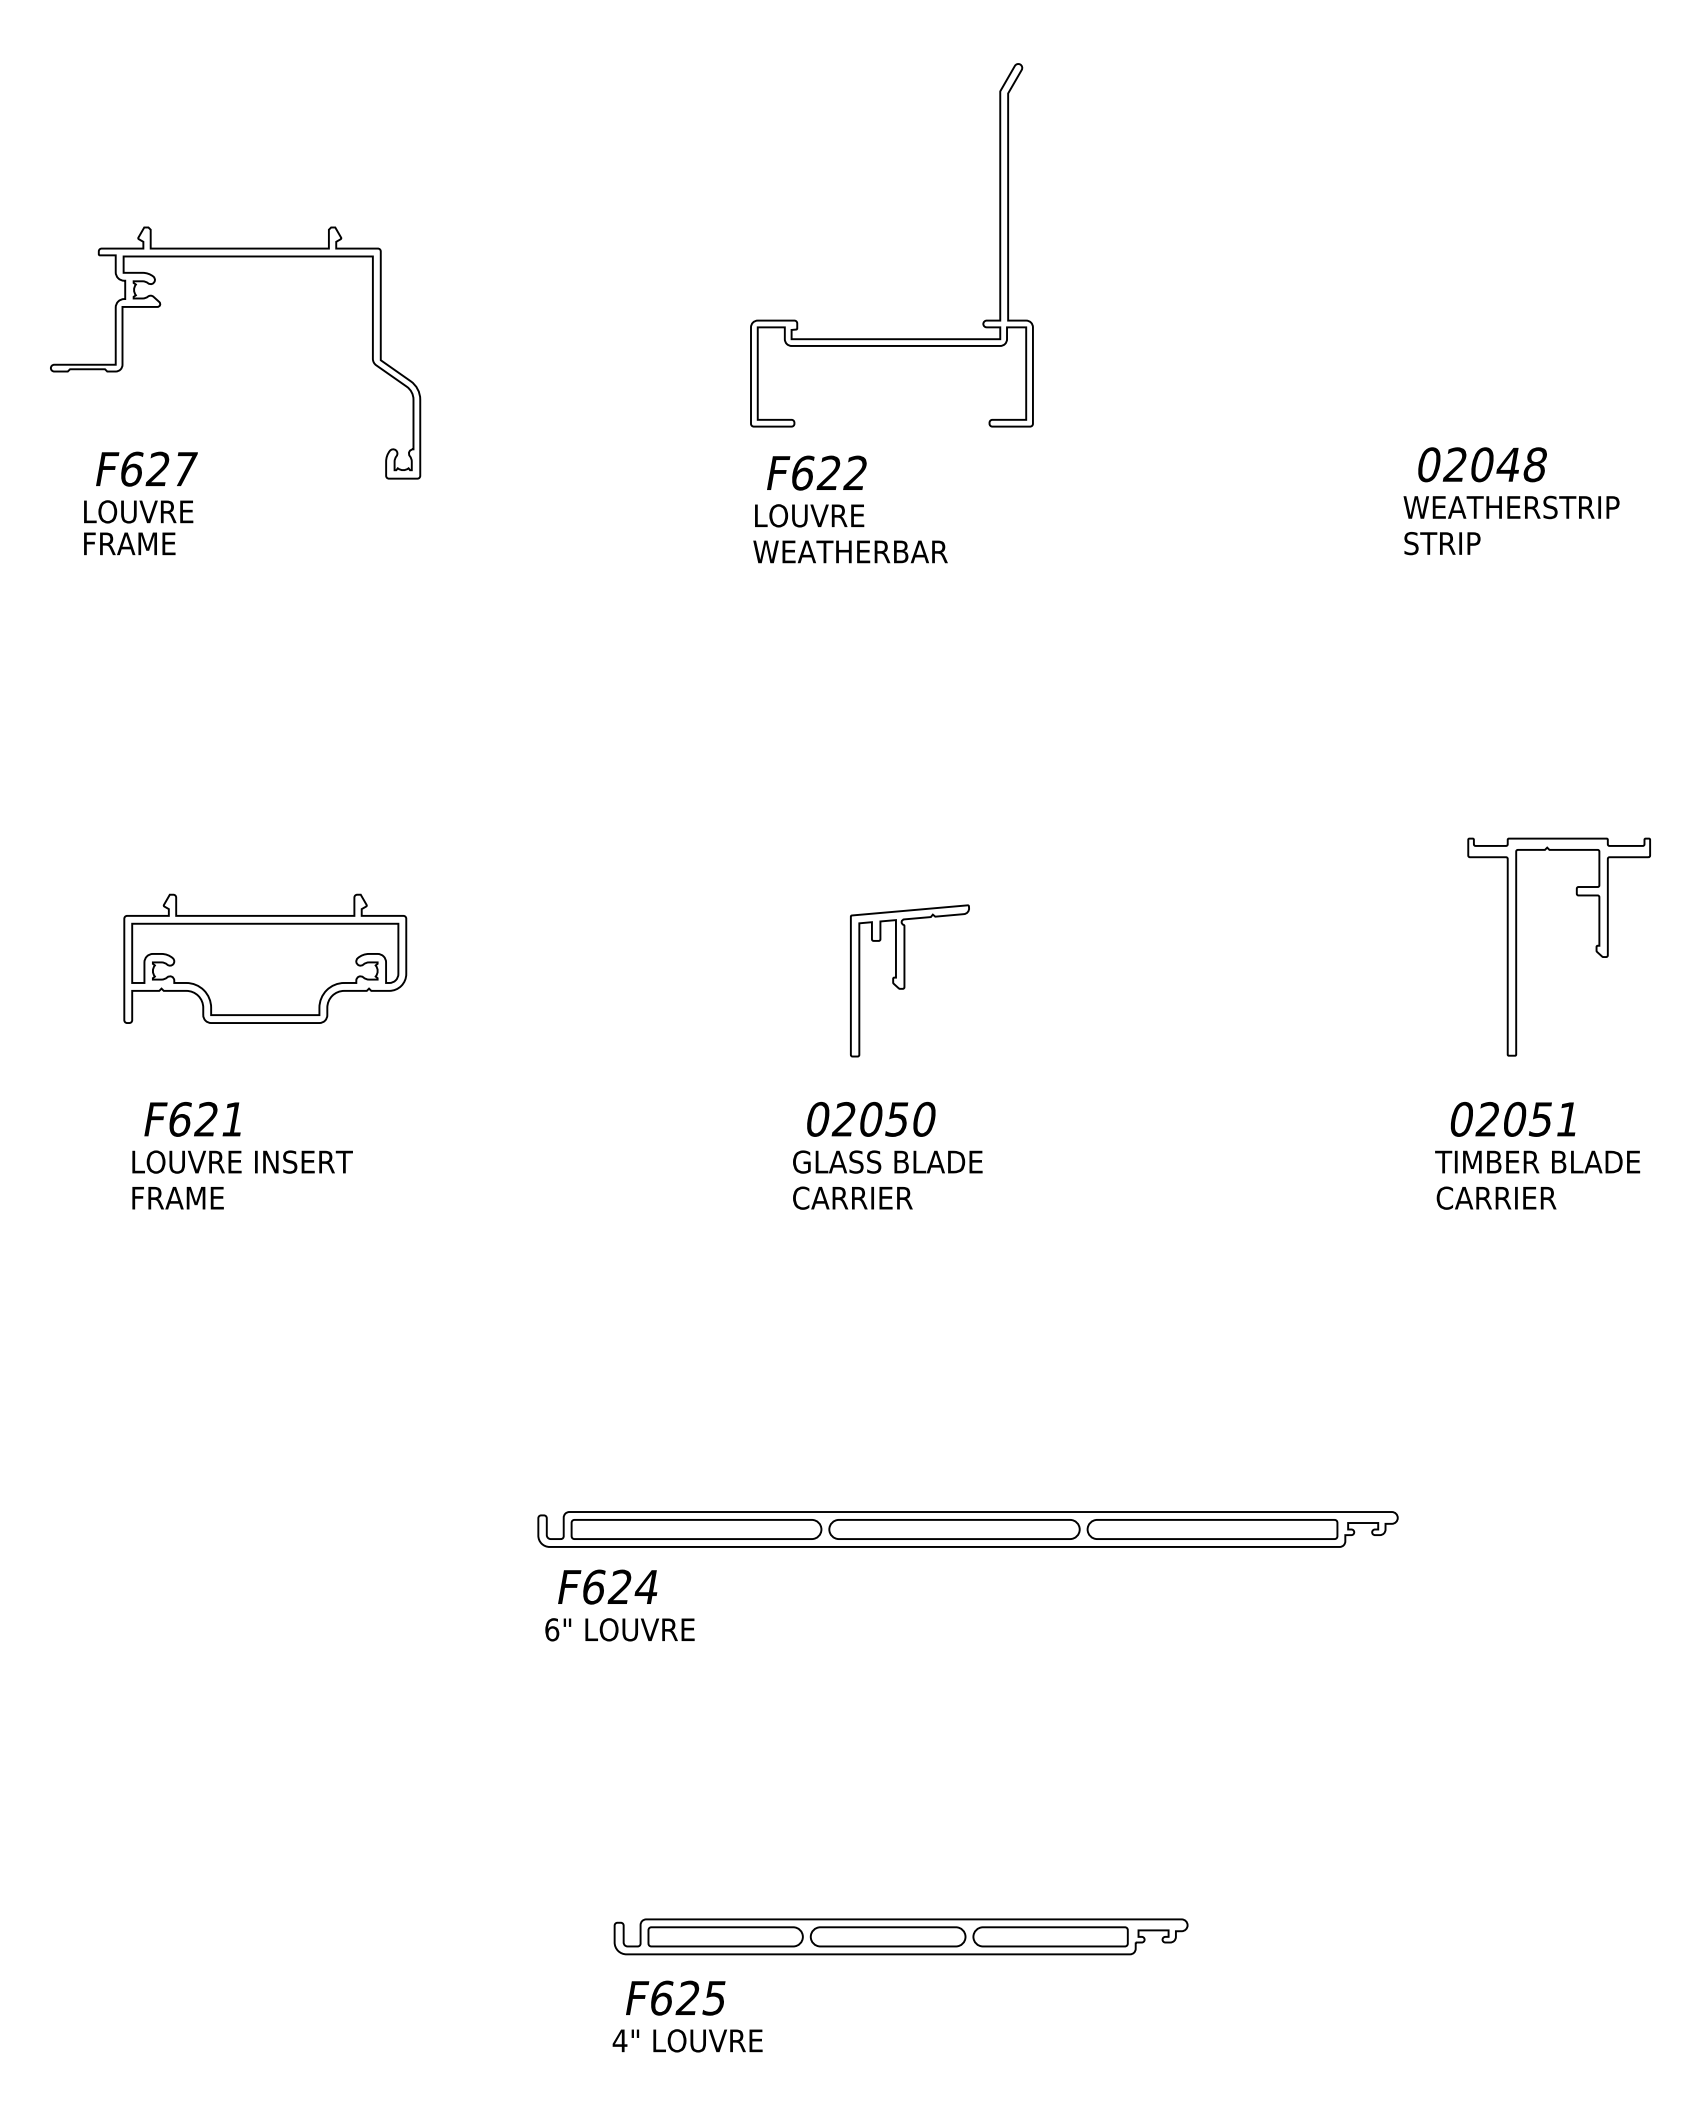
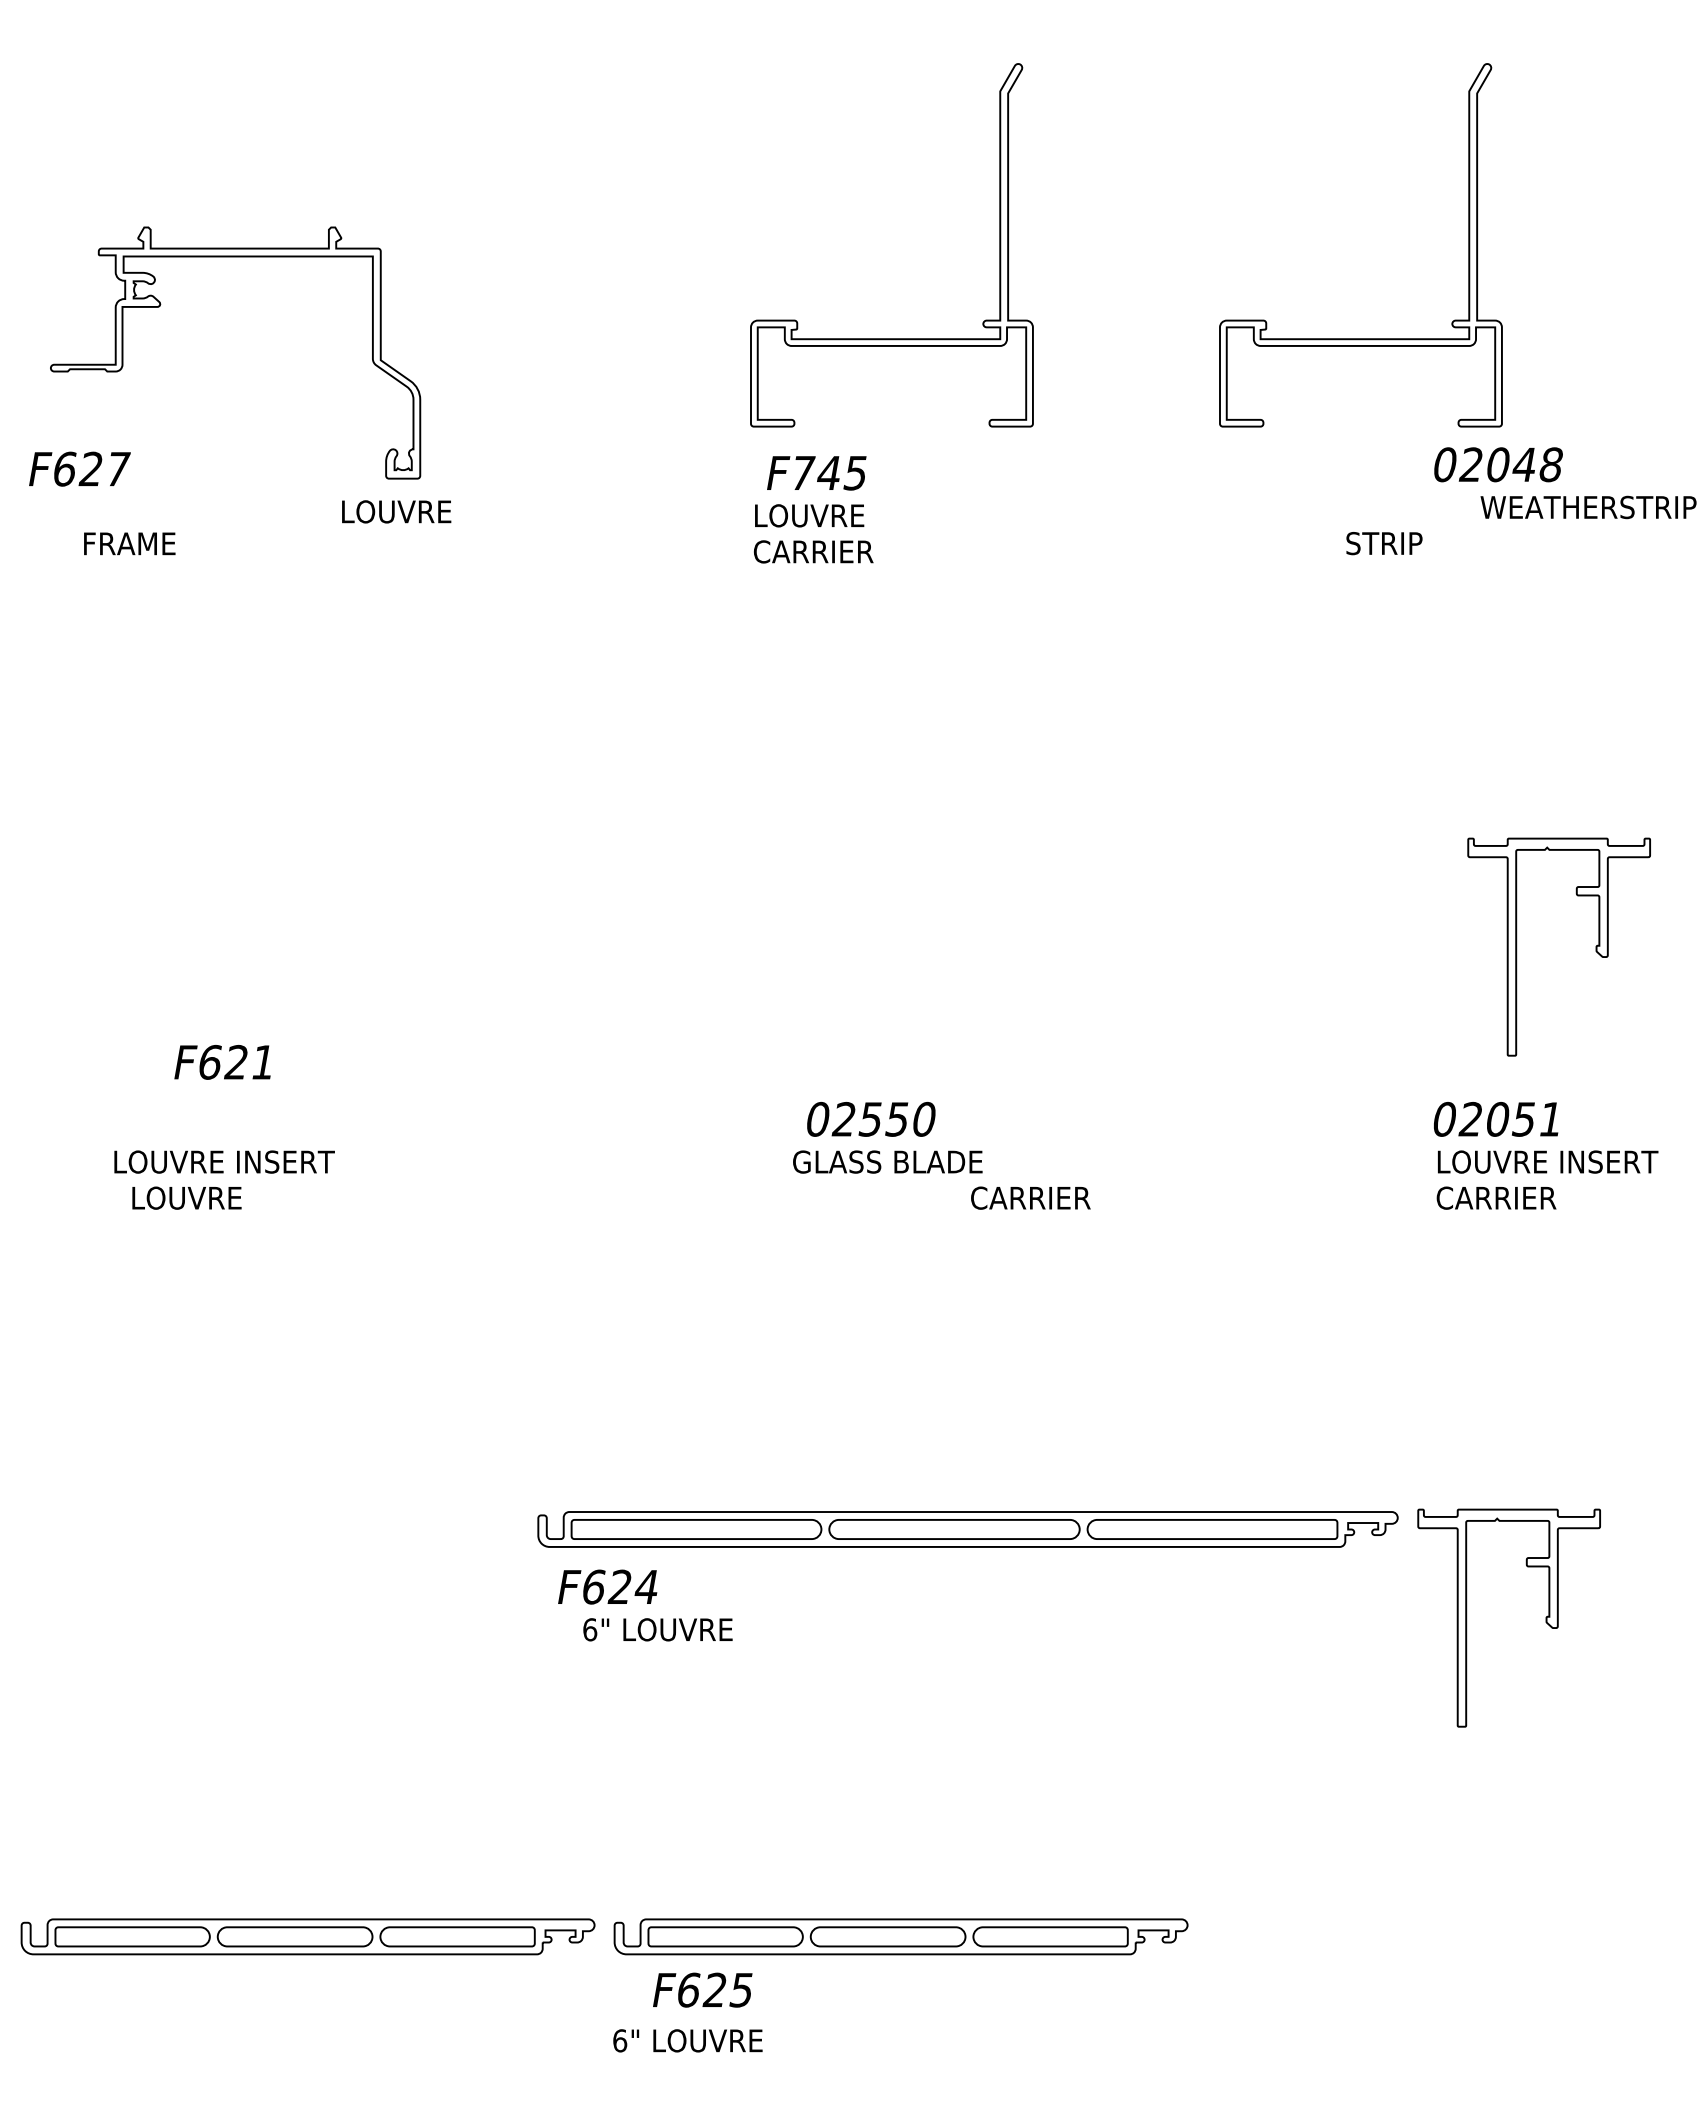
part at (1360, 338): none -> present
text at (1482, 464) position: (1482, 464) -> (1498, 464)
text at (146, 468) position: (146, 468) -> (79, 468)
text at (829, 472): F622 -> F745
text at (1511, 507) position: (1511, 507) -> (1588, 507)
text at (138, 511) position: (138, 511) -> (396, 511)
text at (1442, 543) position: (1442, 543) -> (1384, 543)
text at (850, 551): WEATHERBAR -> CARRIER
part at (265, 958): present -> none
part at (909, 980): present -> none
text at (870, 1118): 02050 -> 02550
text at (192, 1119) position: (192, 1119) -> (222, 1062)
text at (1513, 1119) position: (1513, 1119) -> (1496, 1119)
text at (242, 1161) position: (242, 1161) -> (224, 1161)
text at (1546, 1161): TIMBER BLADE -> LOUVRE INSERT
text at (188, 1197): FRAME -> LOUVRE
text at (852, 1197) position: (852, 1197) -> (1030, 1197)
part at (1545, 1617): none -> present
text at (619, 1629) position: (619, 1629) -> (657, 1629)
part at (307, 1936): none -> present
text at (675, 1997) position: (675, 1997) -> (702, 1989)
text at (619, 2040): 4" -> 6"
